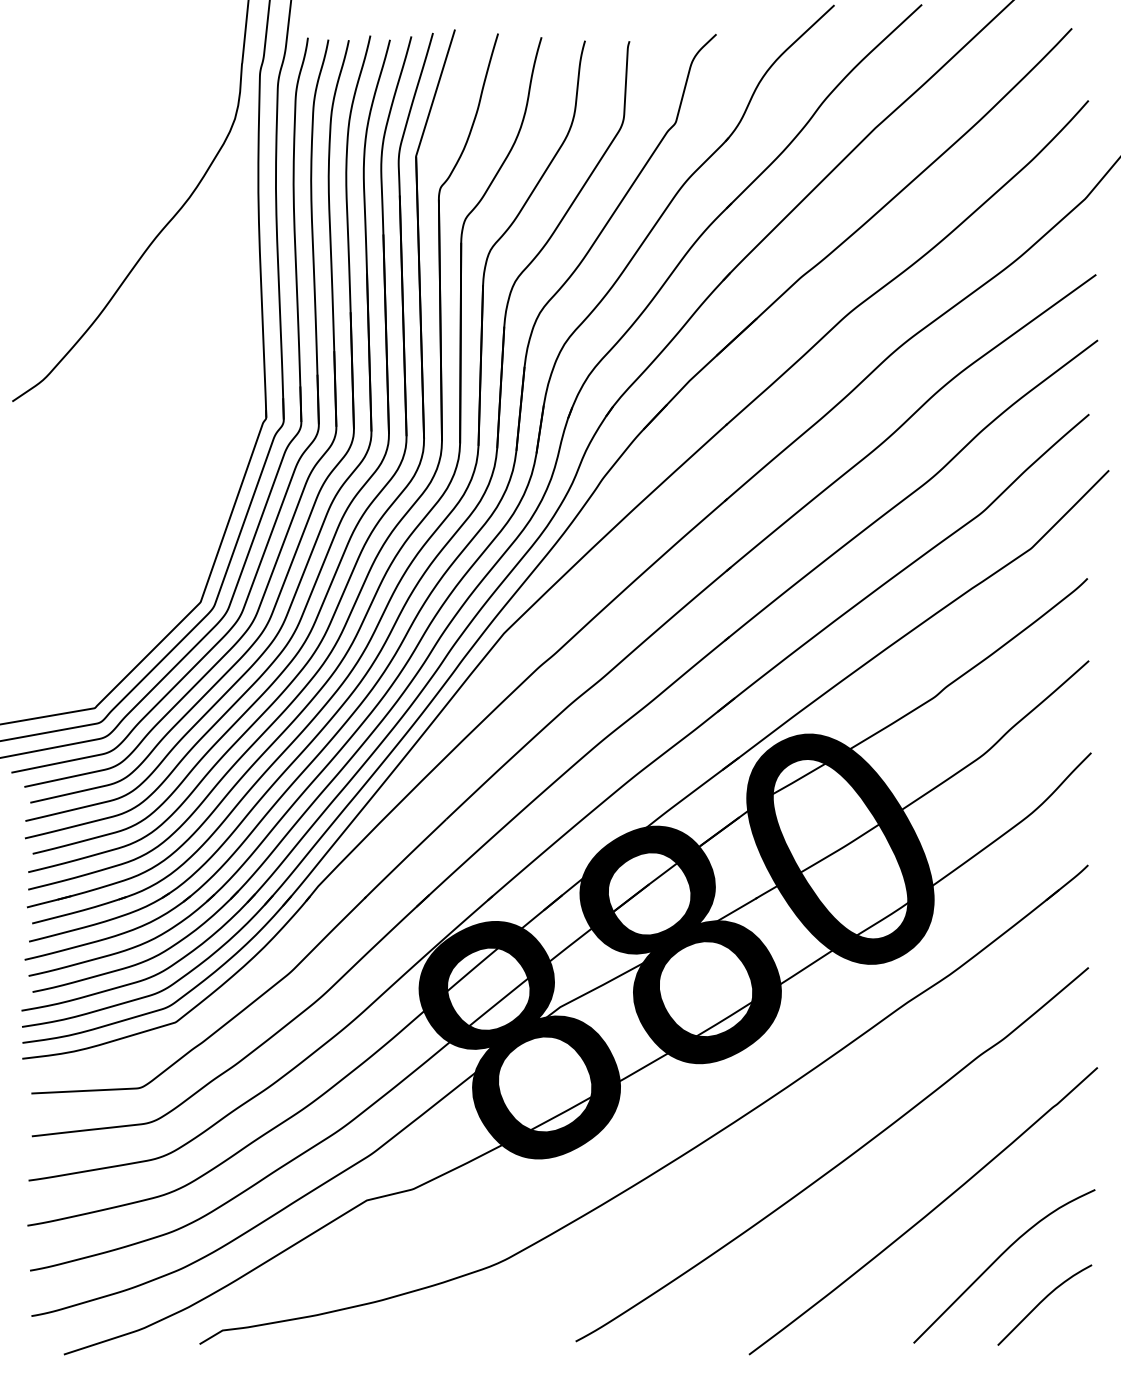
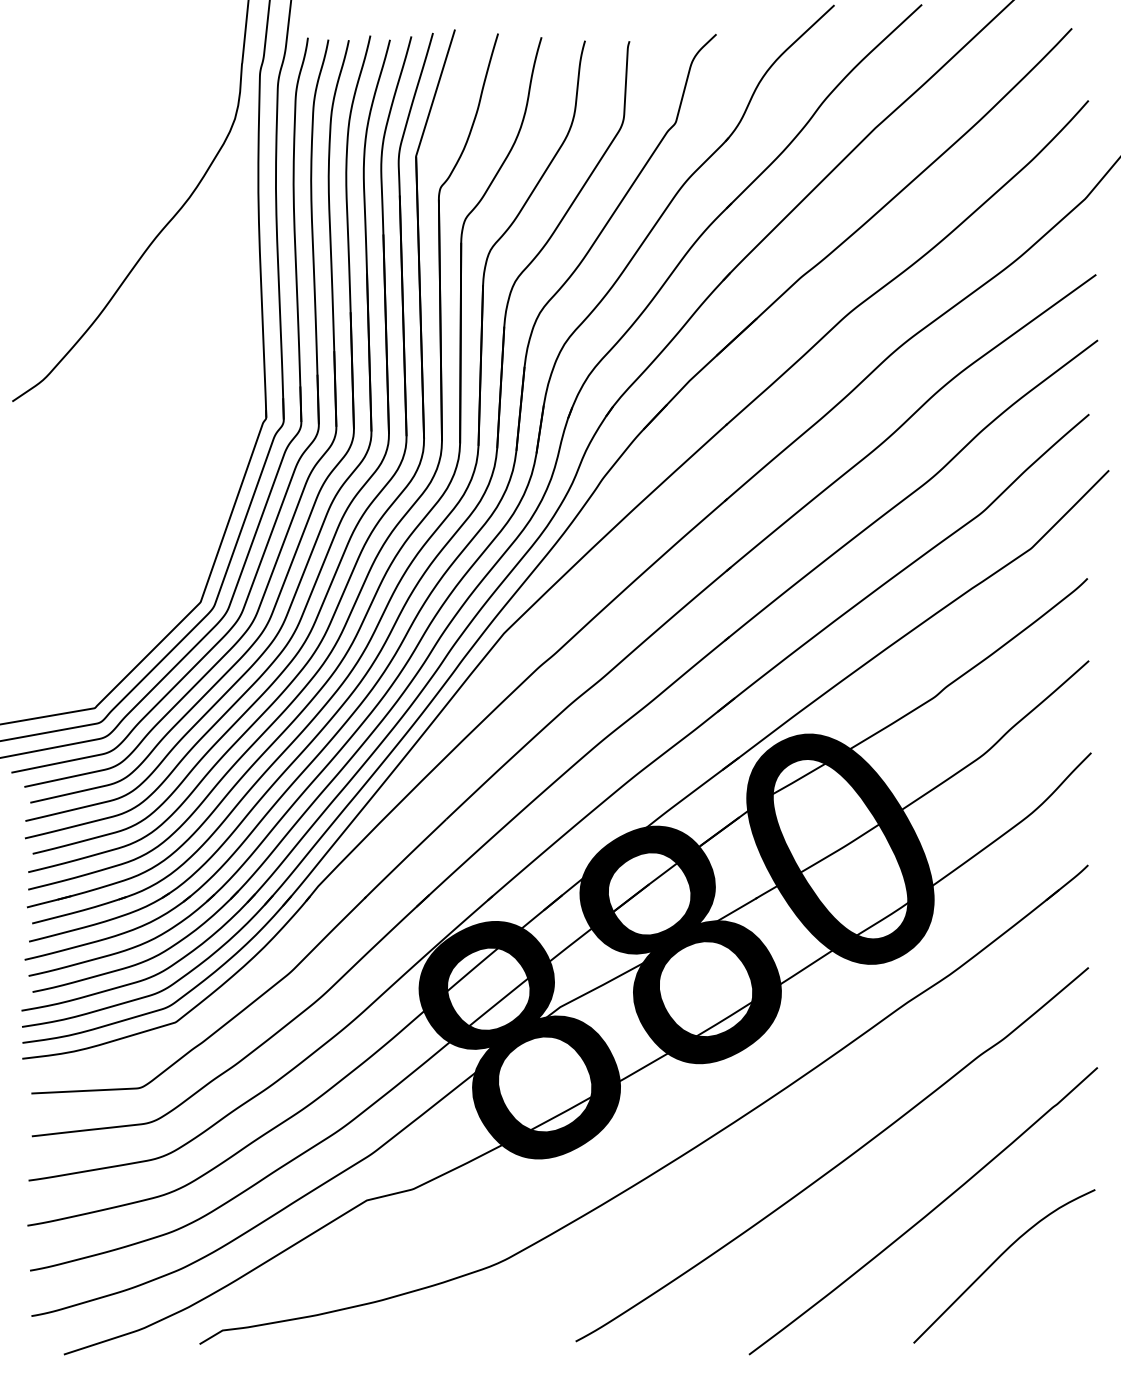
curve at (1043, 1301): present -> none
